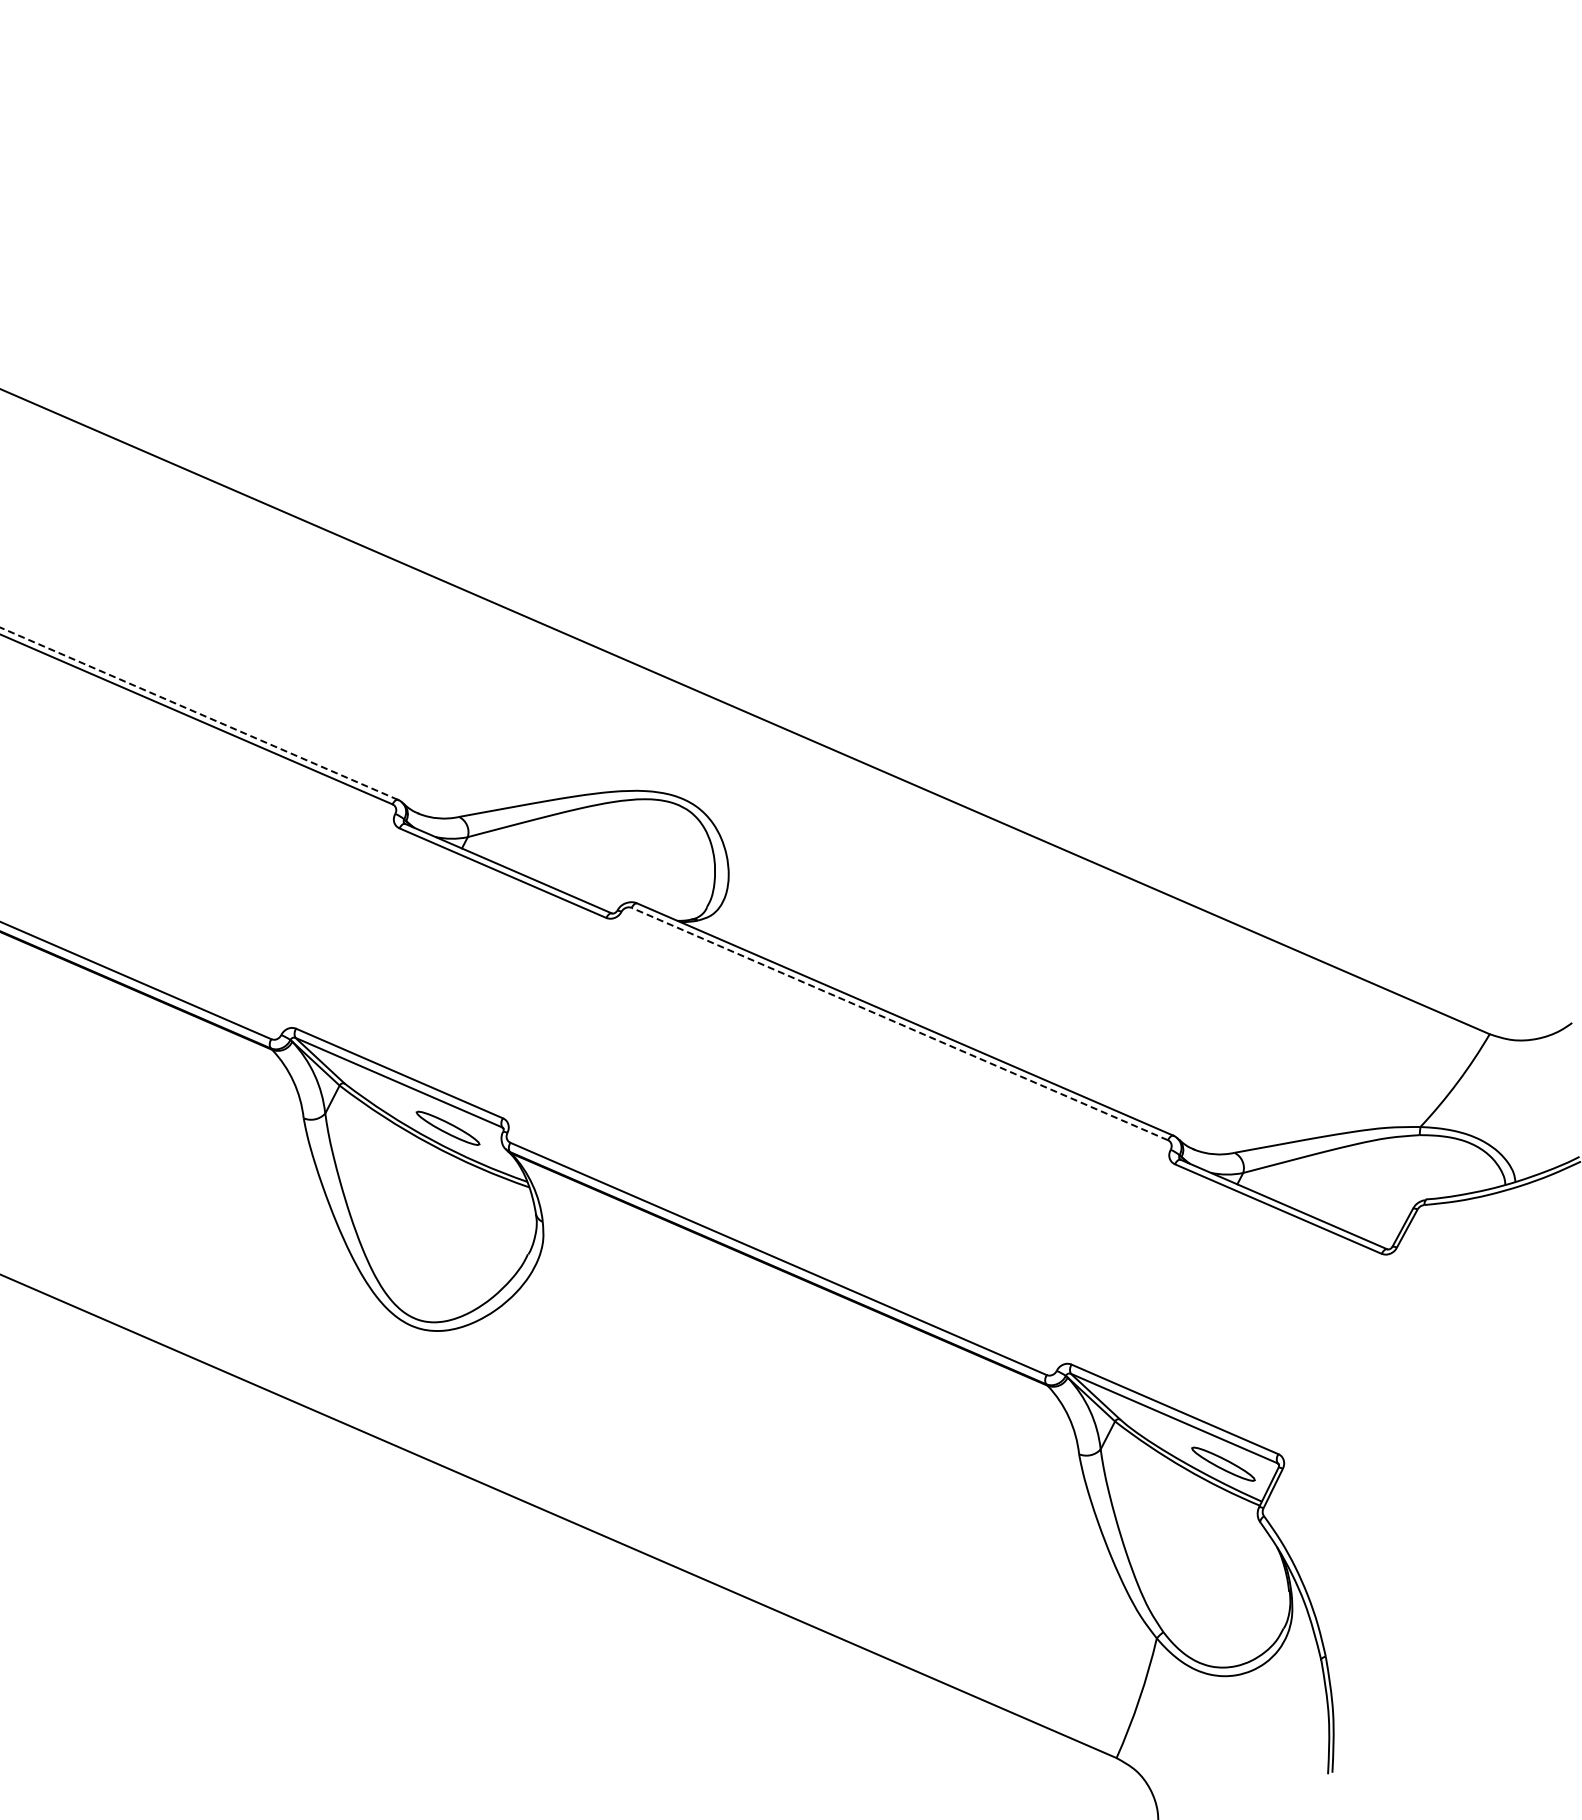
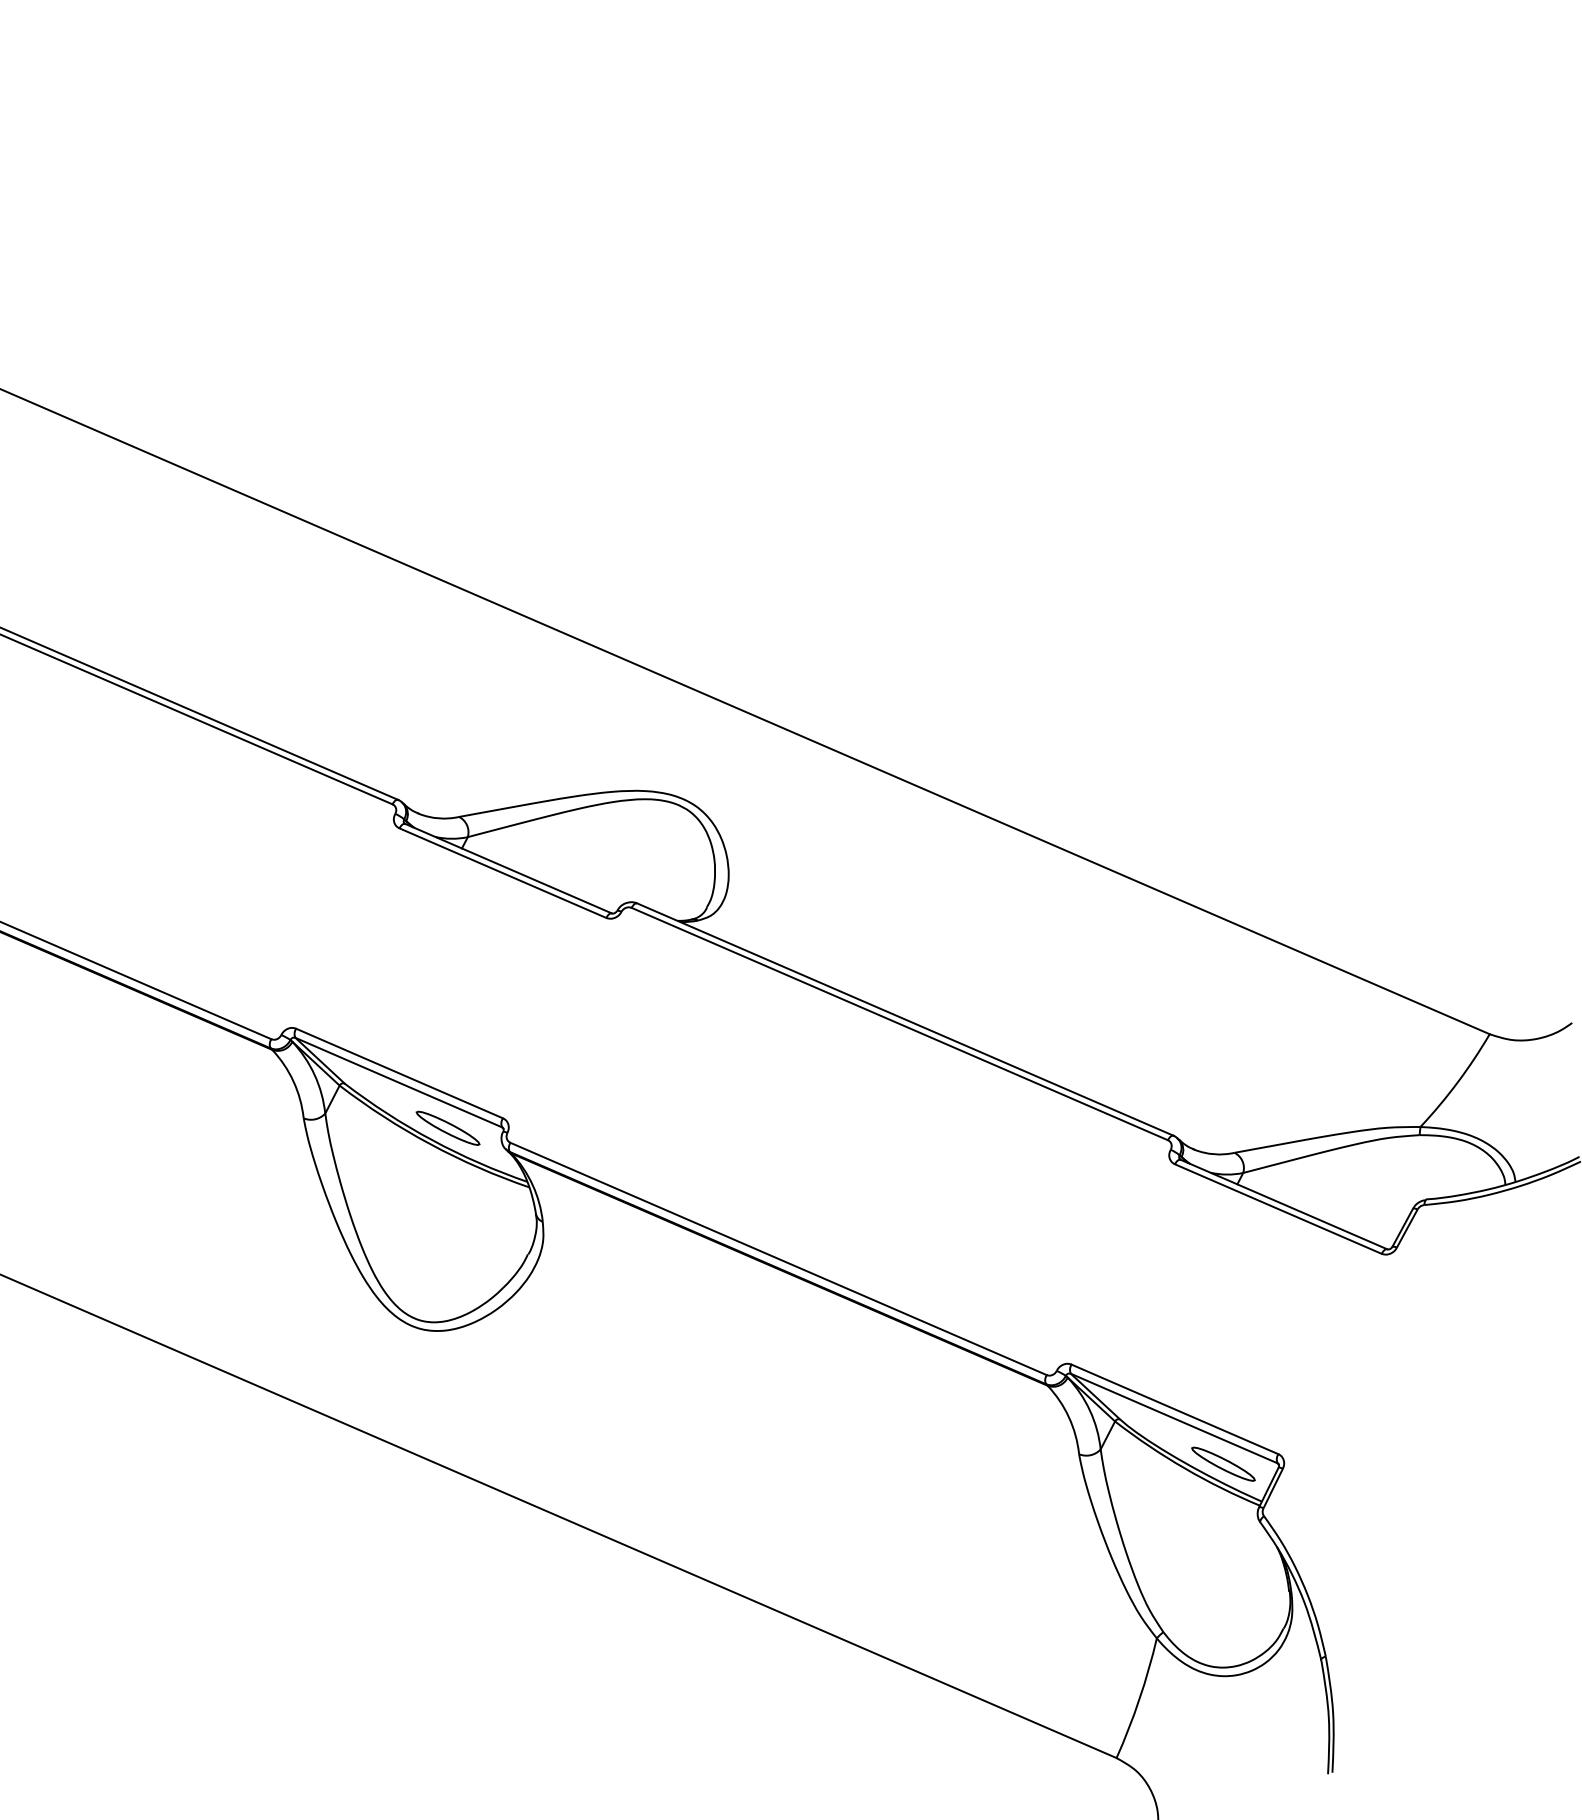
line at (199, 713): dashed -> solid
line at (899, 1023): dashed -> solid
